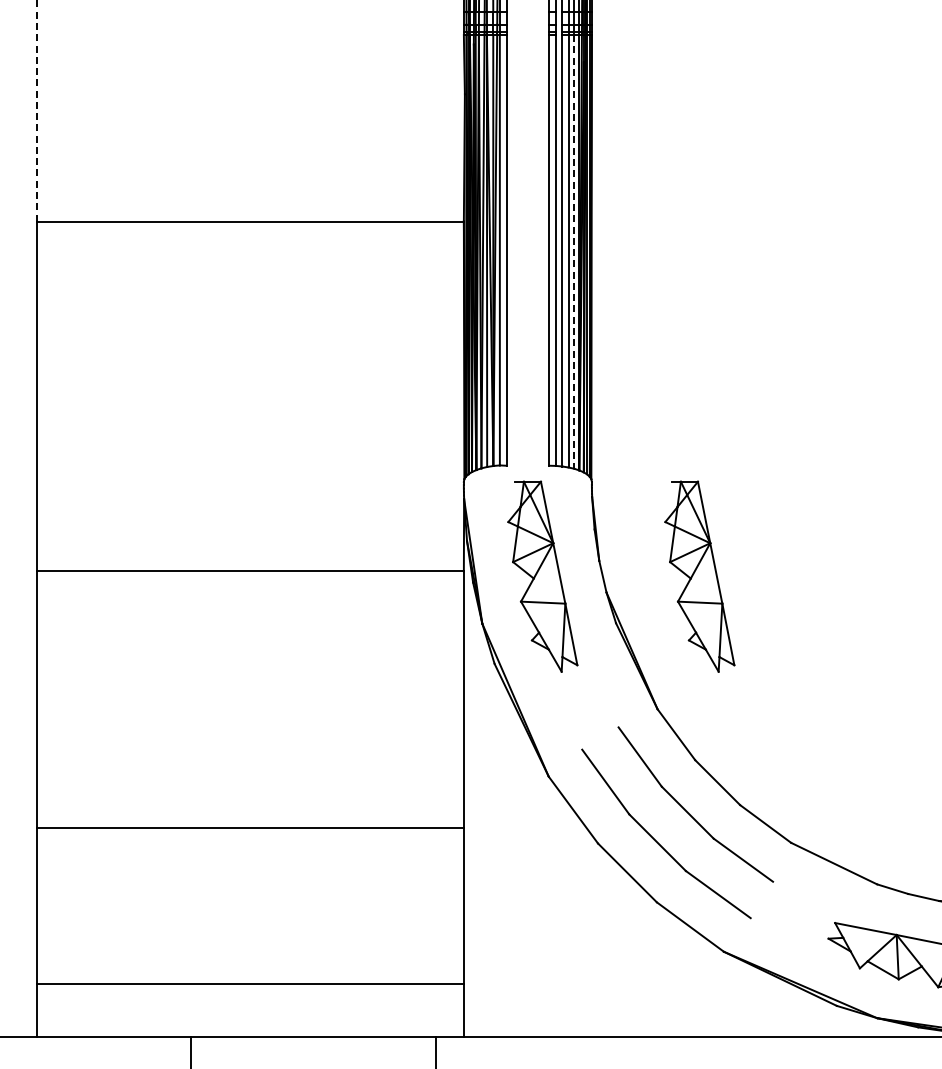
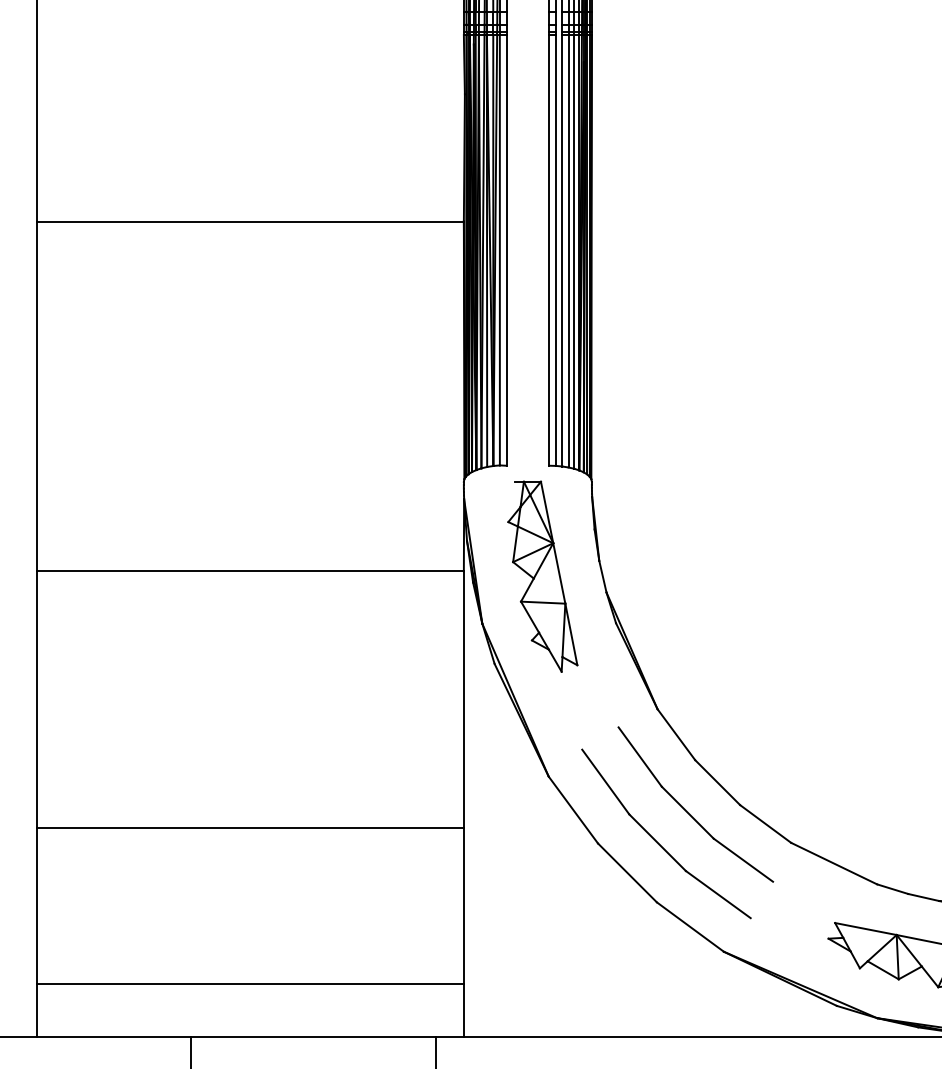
line at (37, 110): dashed -> solid
line at (574, 251): dashed -> solid
part at (699, 576): present -> none
